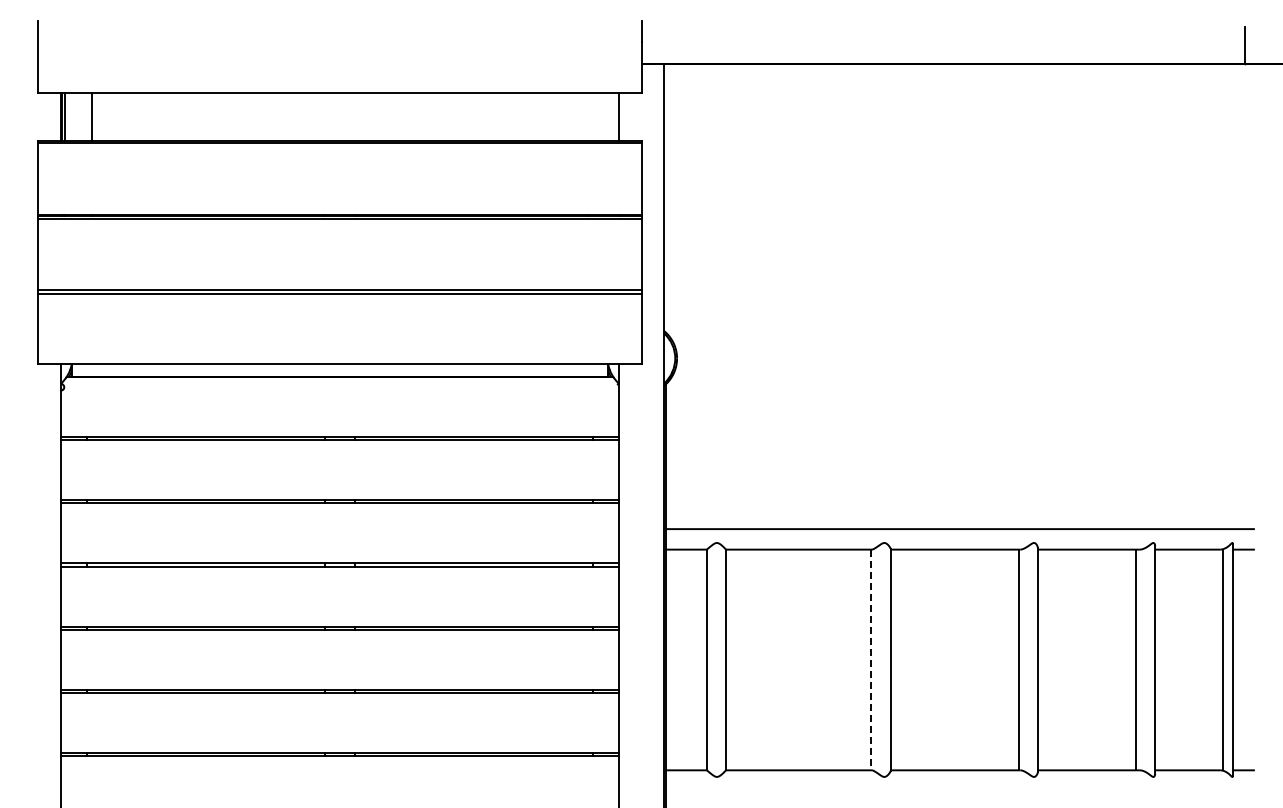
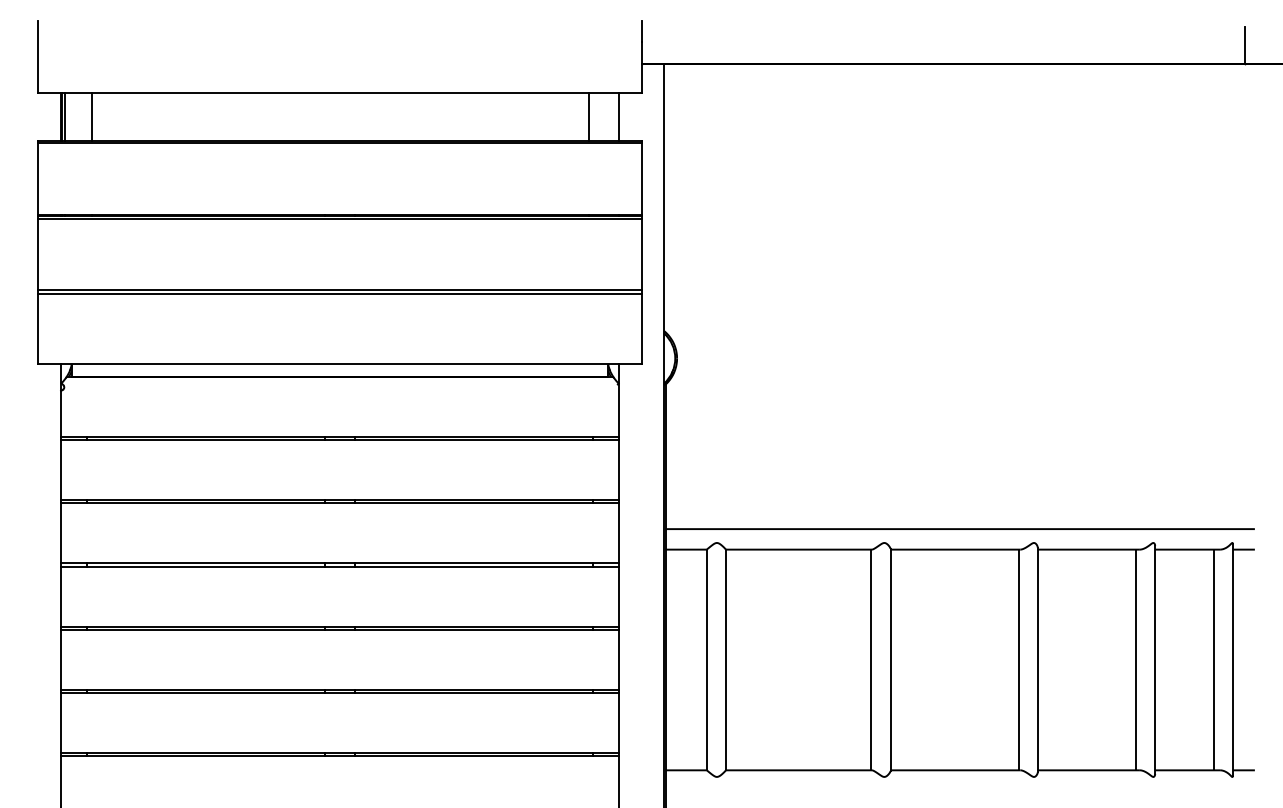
line at (588, 117): none -> present
line at (1222, 659) position: (1222, 659) -> (1213, 659)
line at (871, 660): dashed -> solid
